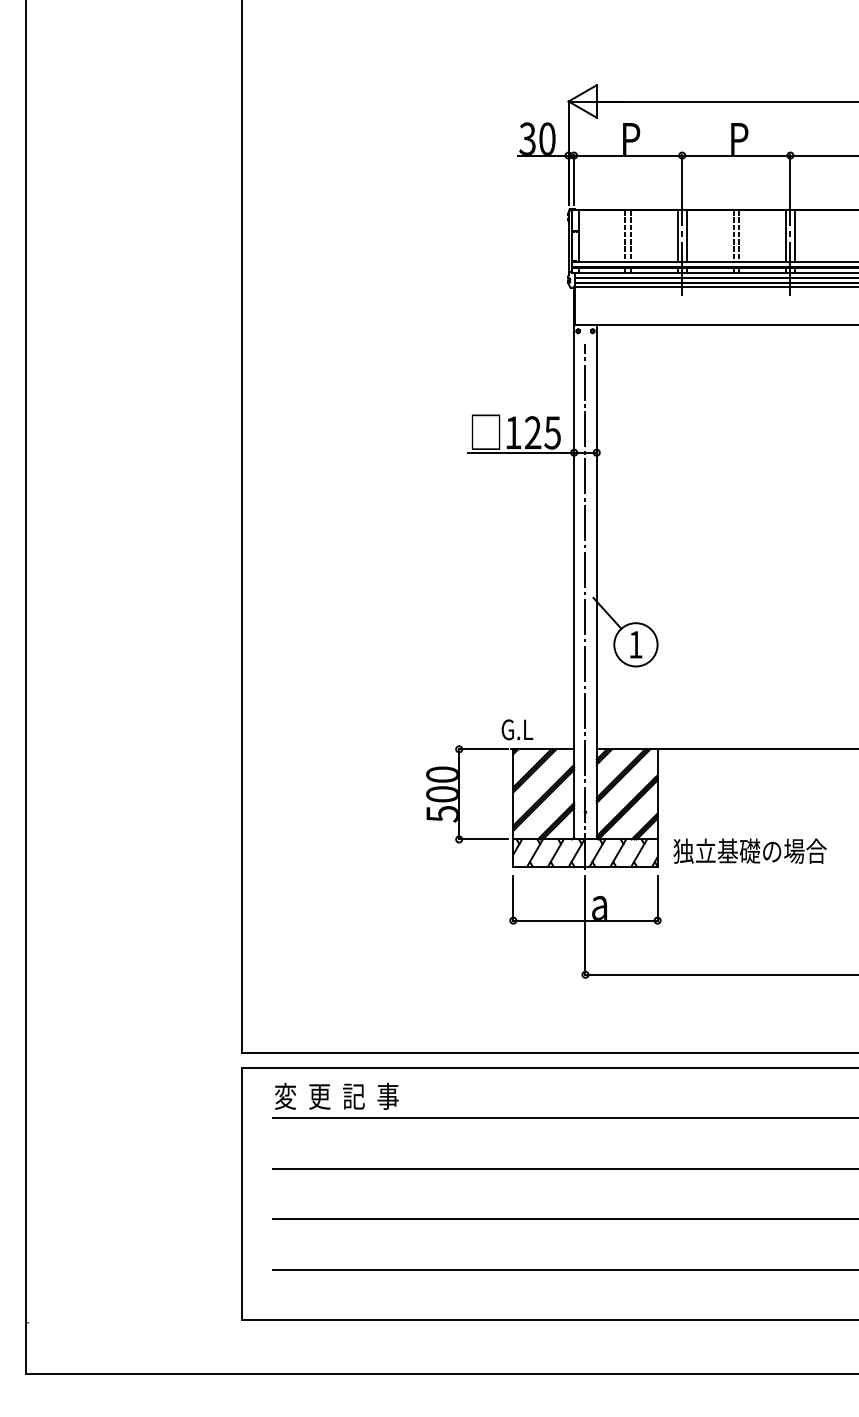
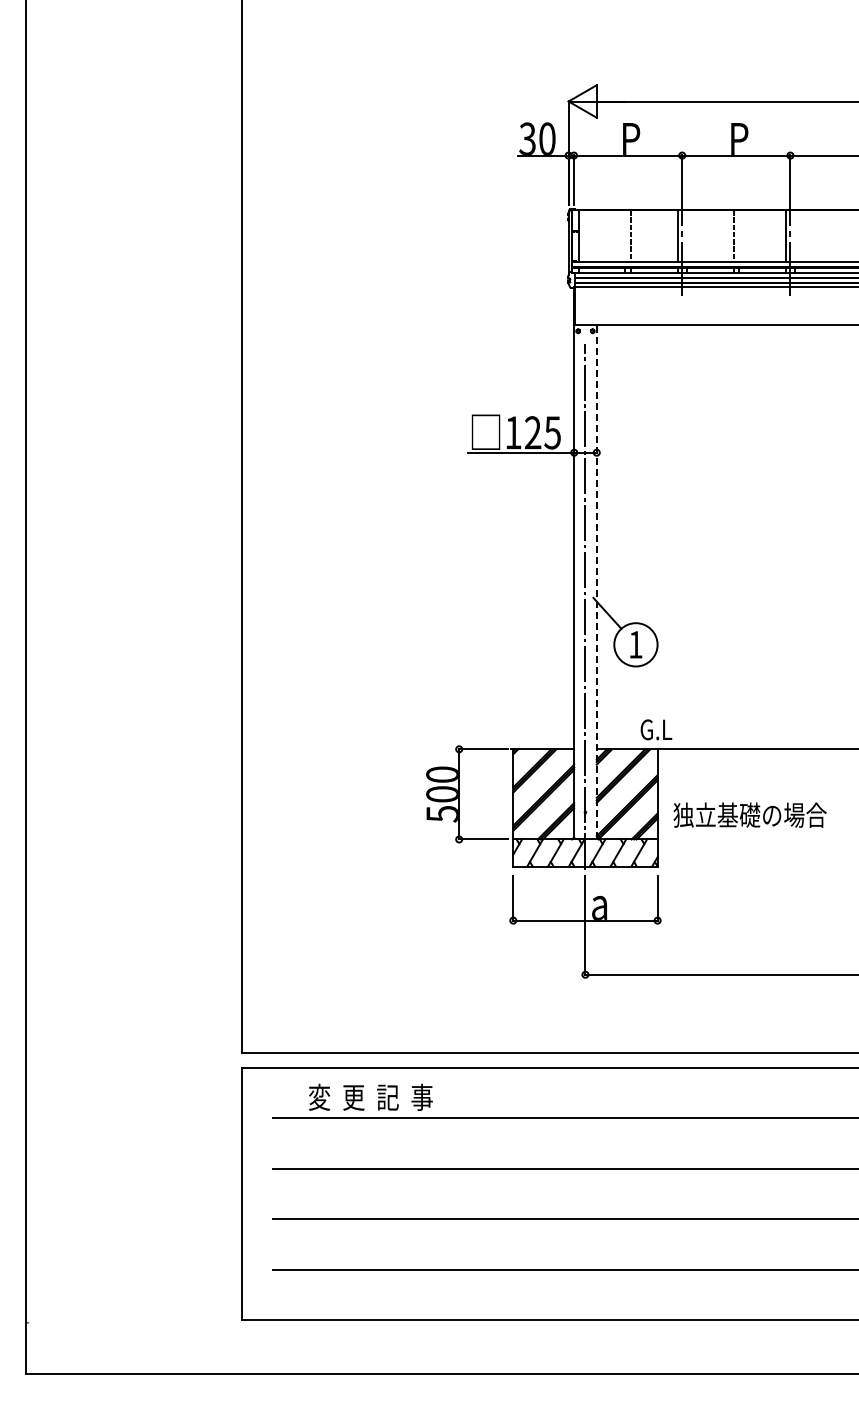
line at (625, 235): present -> none
line at (686, 235): present -> none
line at (739, 235): present -> none
line at (794, 235): present -> none
line at (596, 581): solid -> dashed
text at (517, 729) position: (517, 729) -> (656, 729)
text at (749, 850) position: (749, 850) -> (749, 814)
text at (336, 1095) position: (336, 1095) -> (370, 1096)
